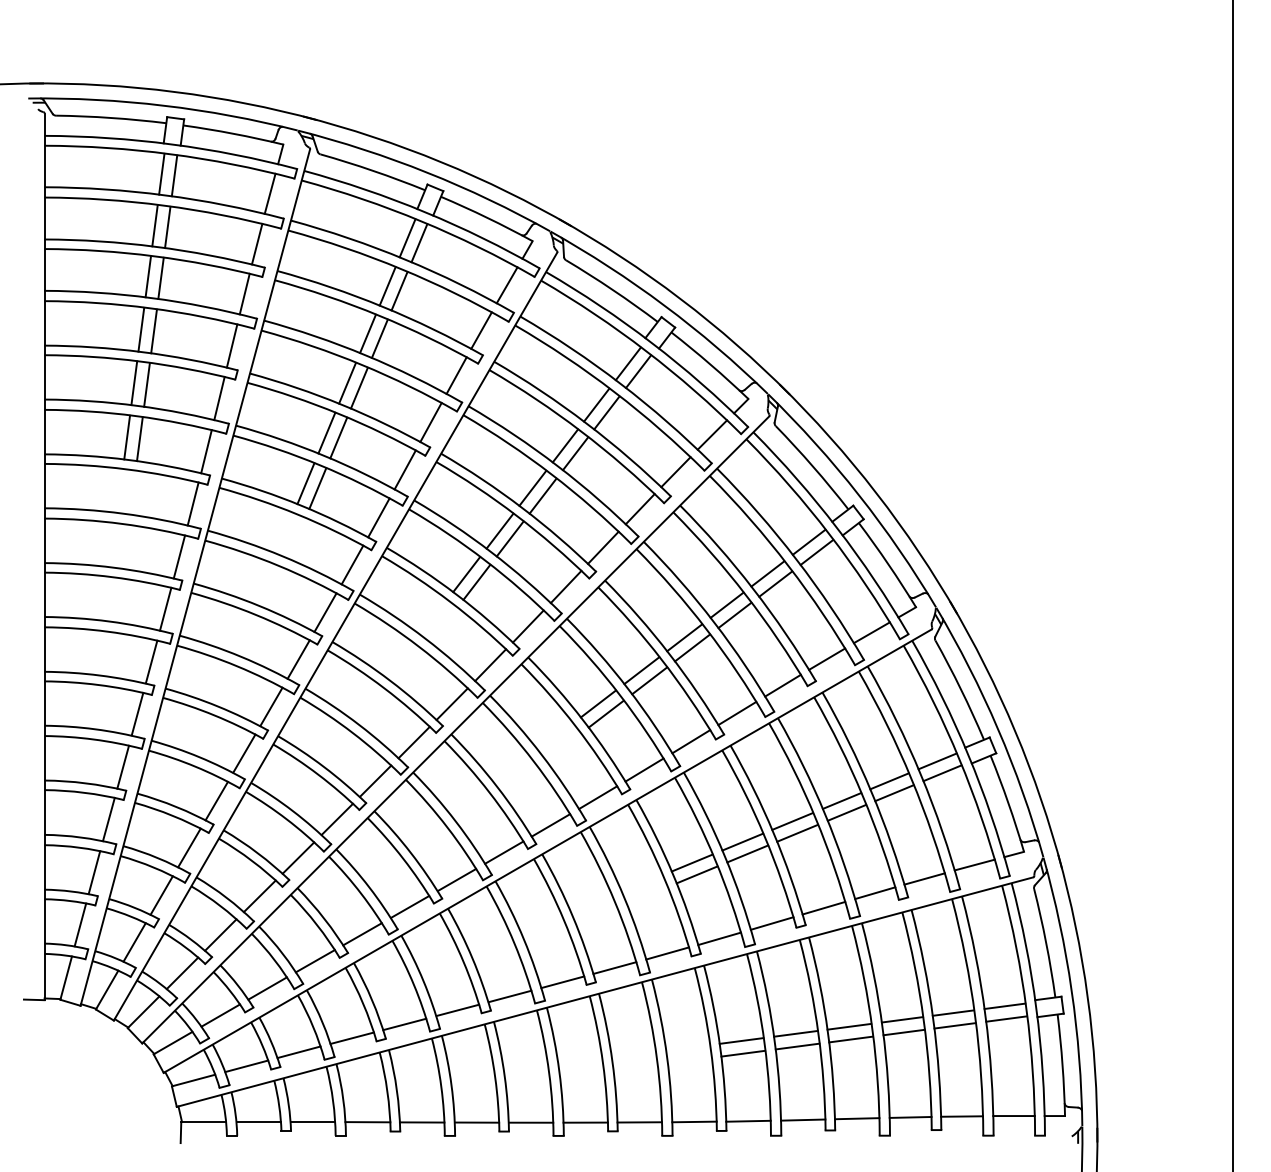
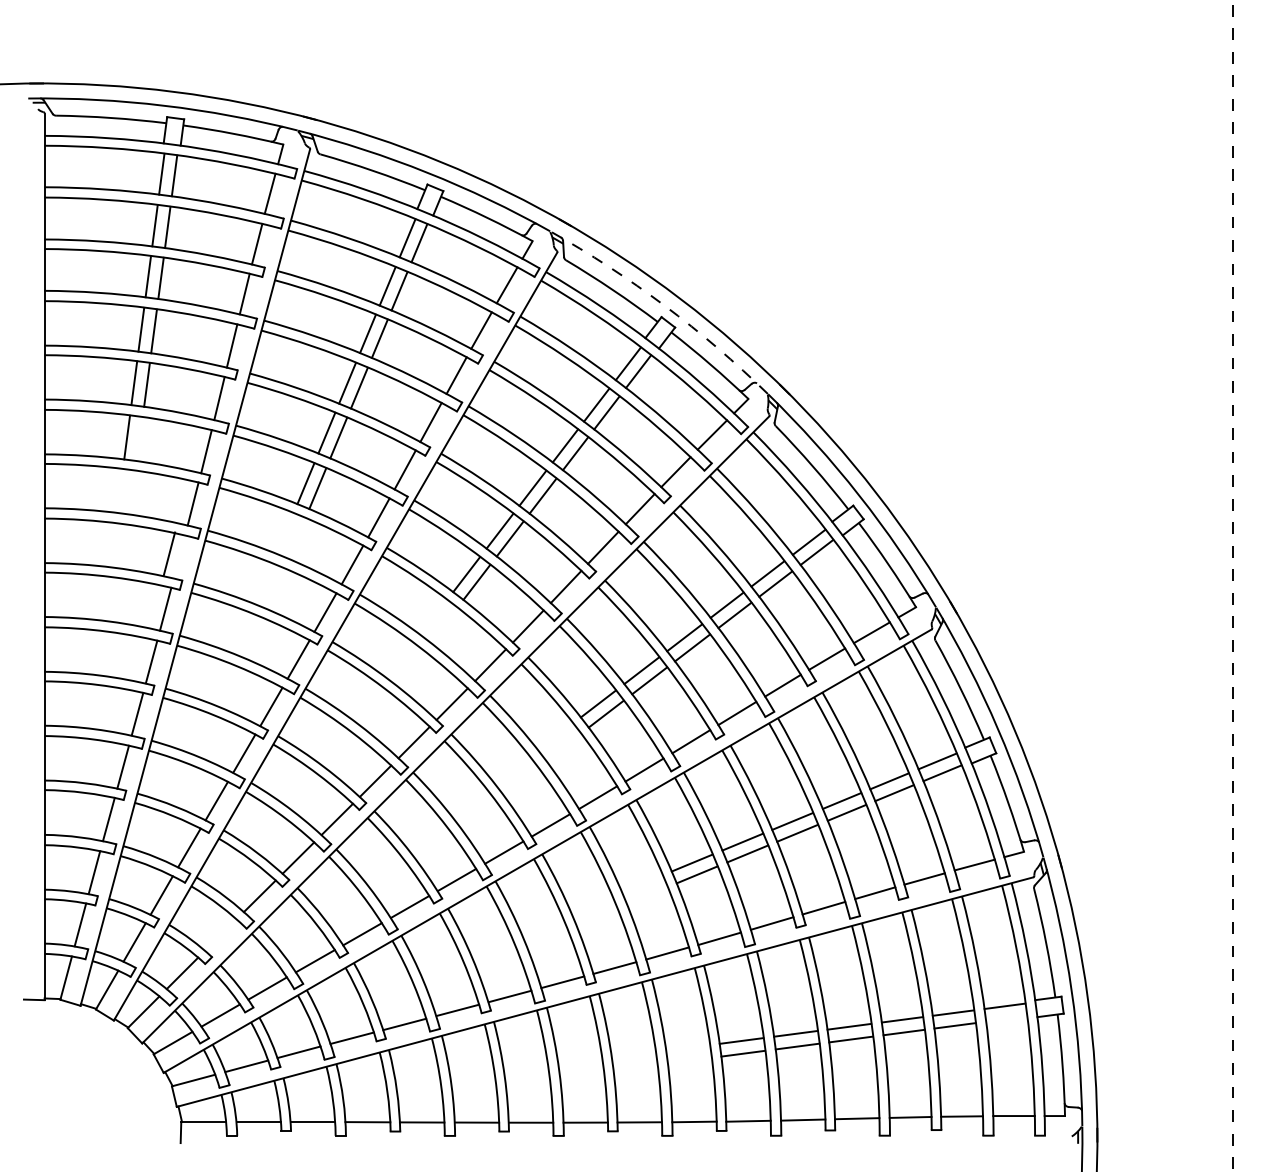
arc at (664, 305): solid -> dashed
line at (139, 439): present -> none
line at (179, 556) position: (179, 556) -> (169, 553)
line at (1232, 586): solid -> dashed
line at (220, 934): present -> none
line at (1006, 1018): present -> none
